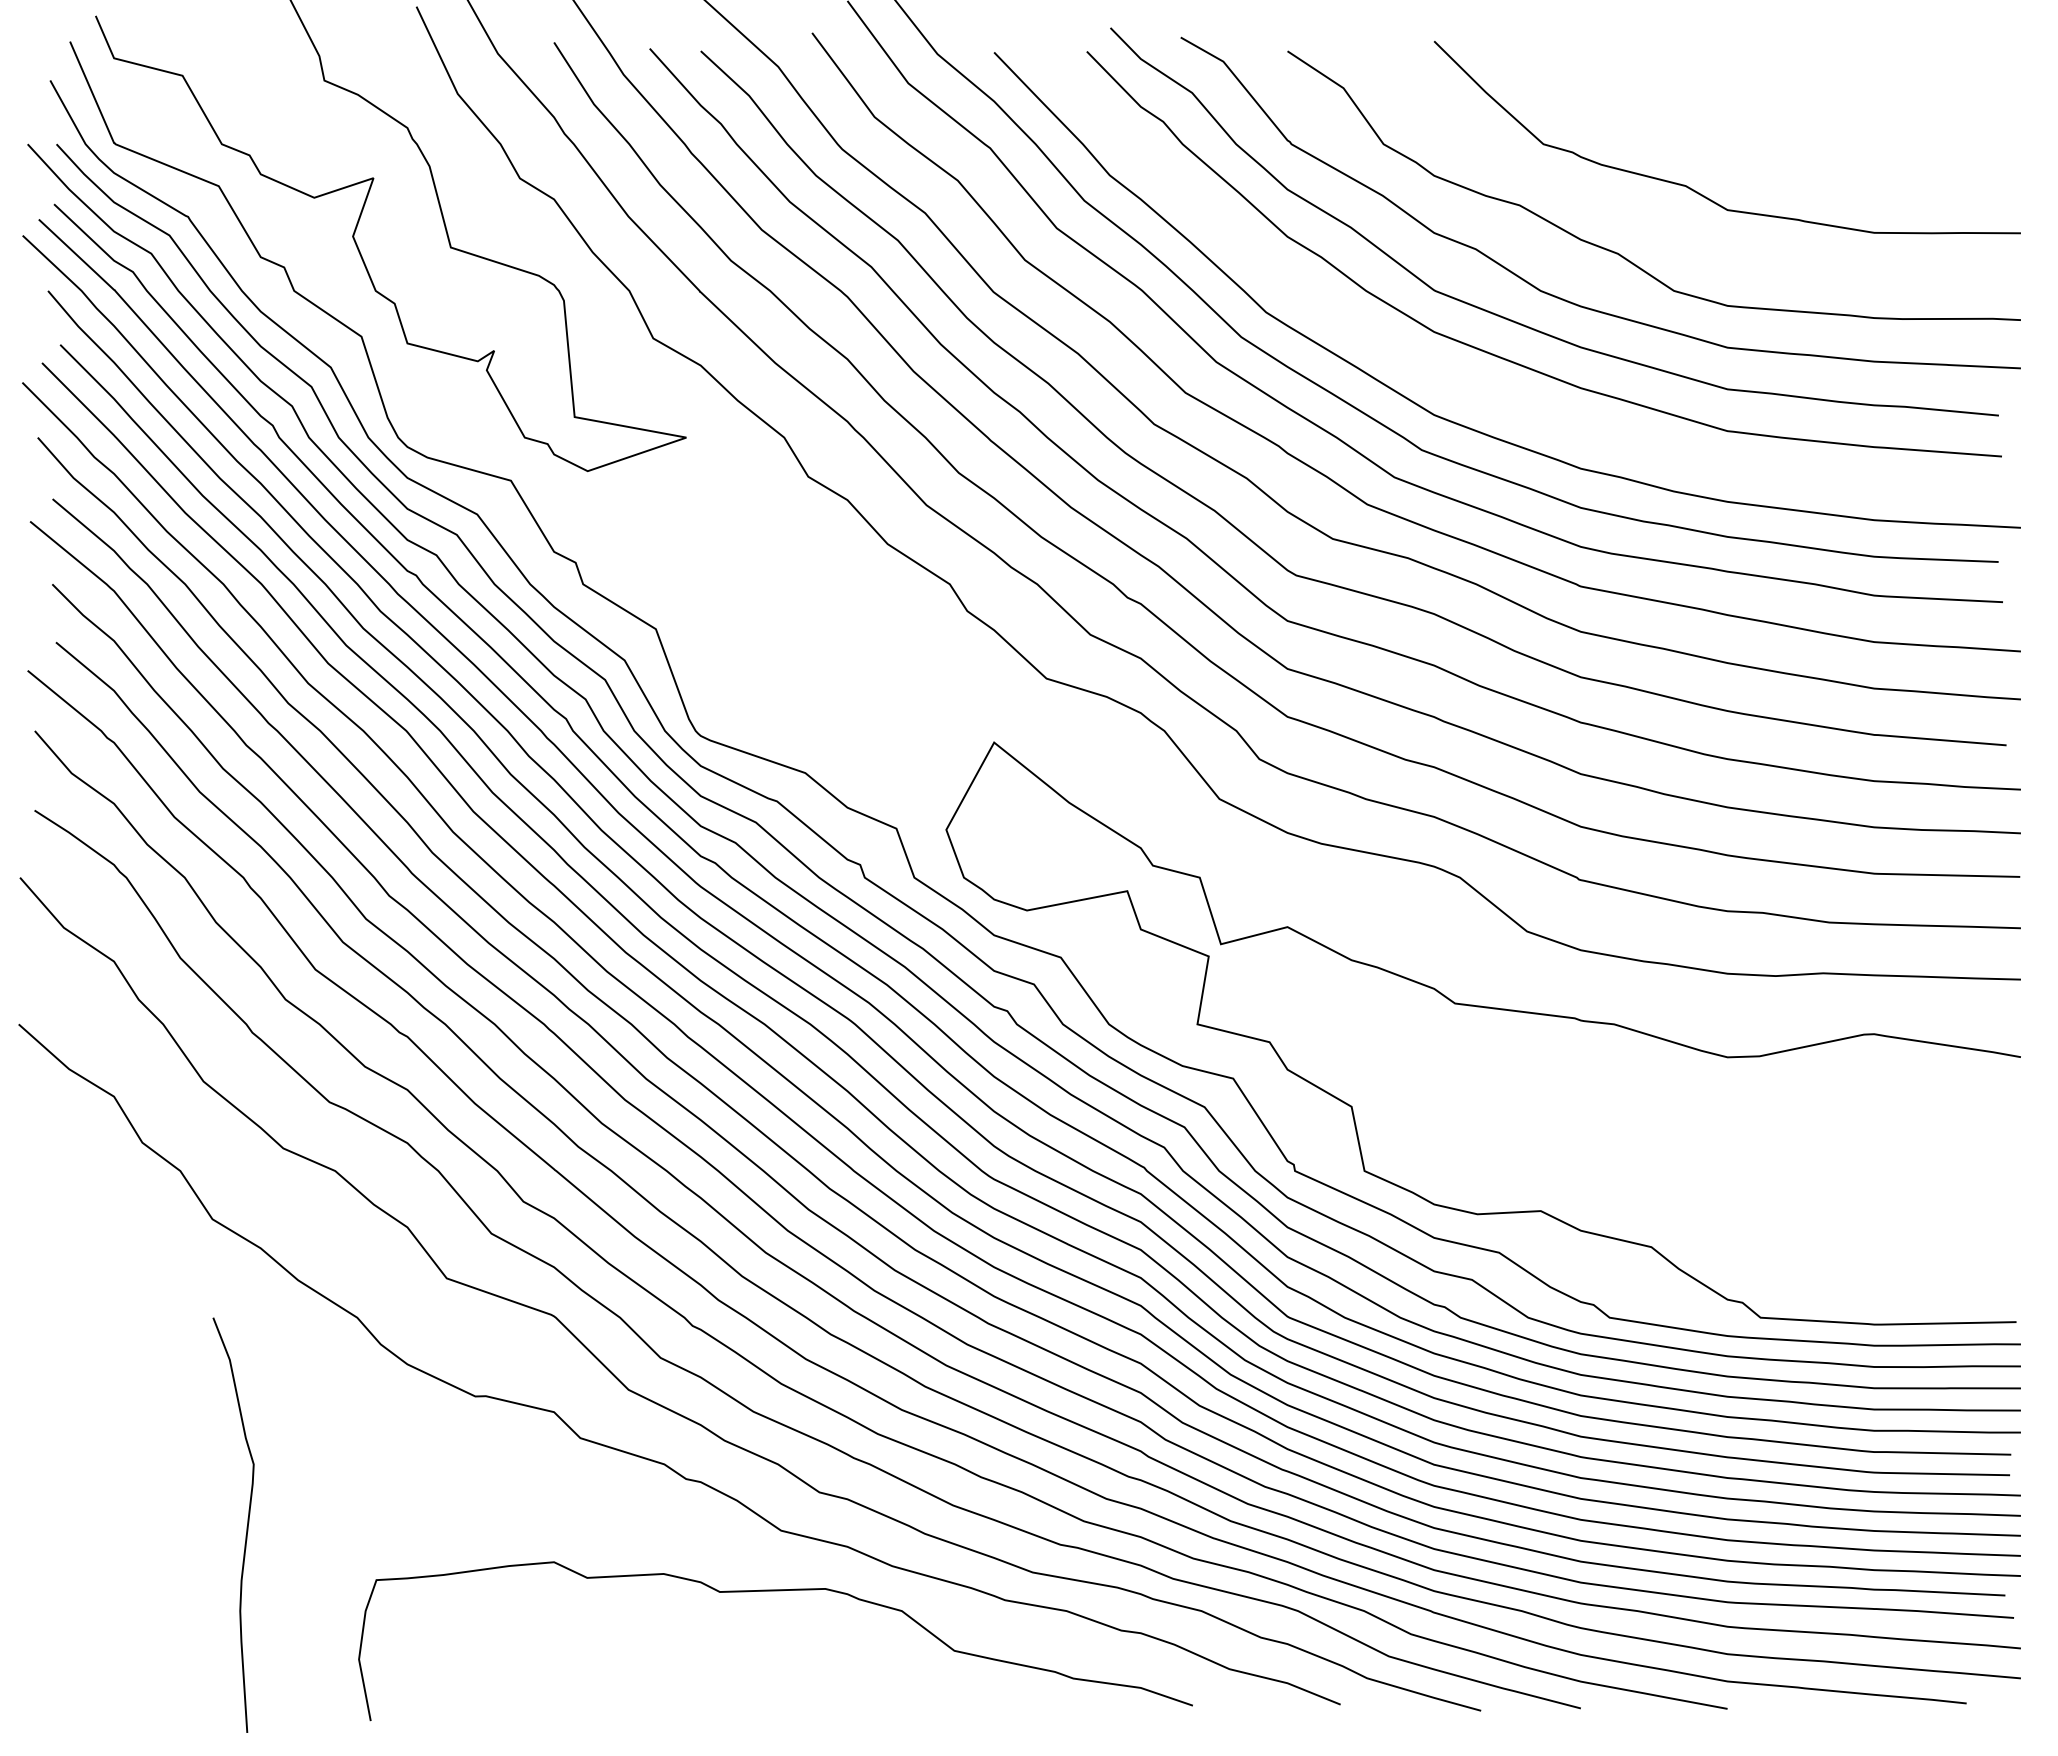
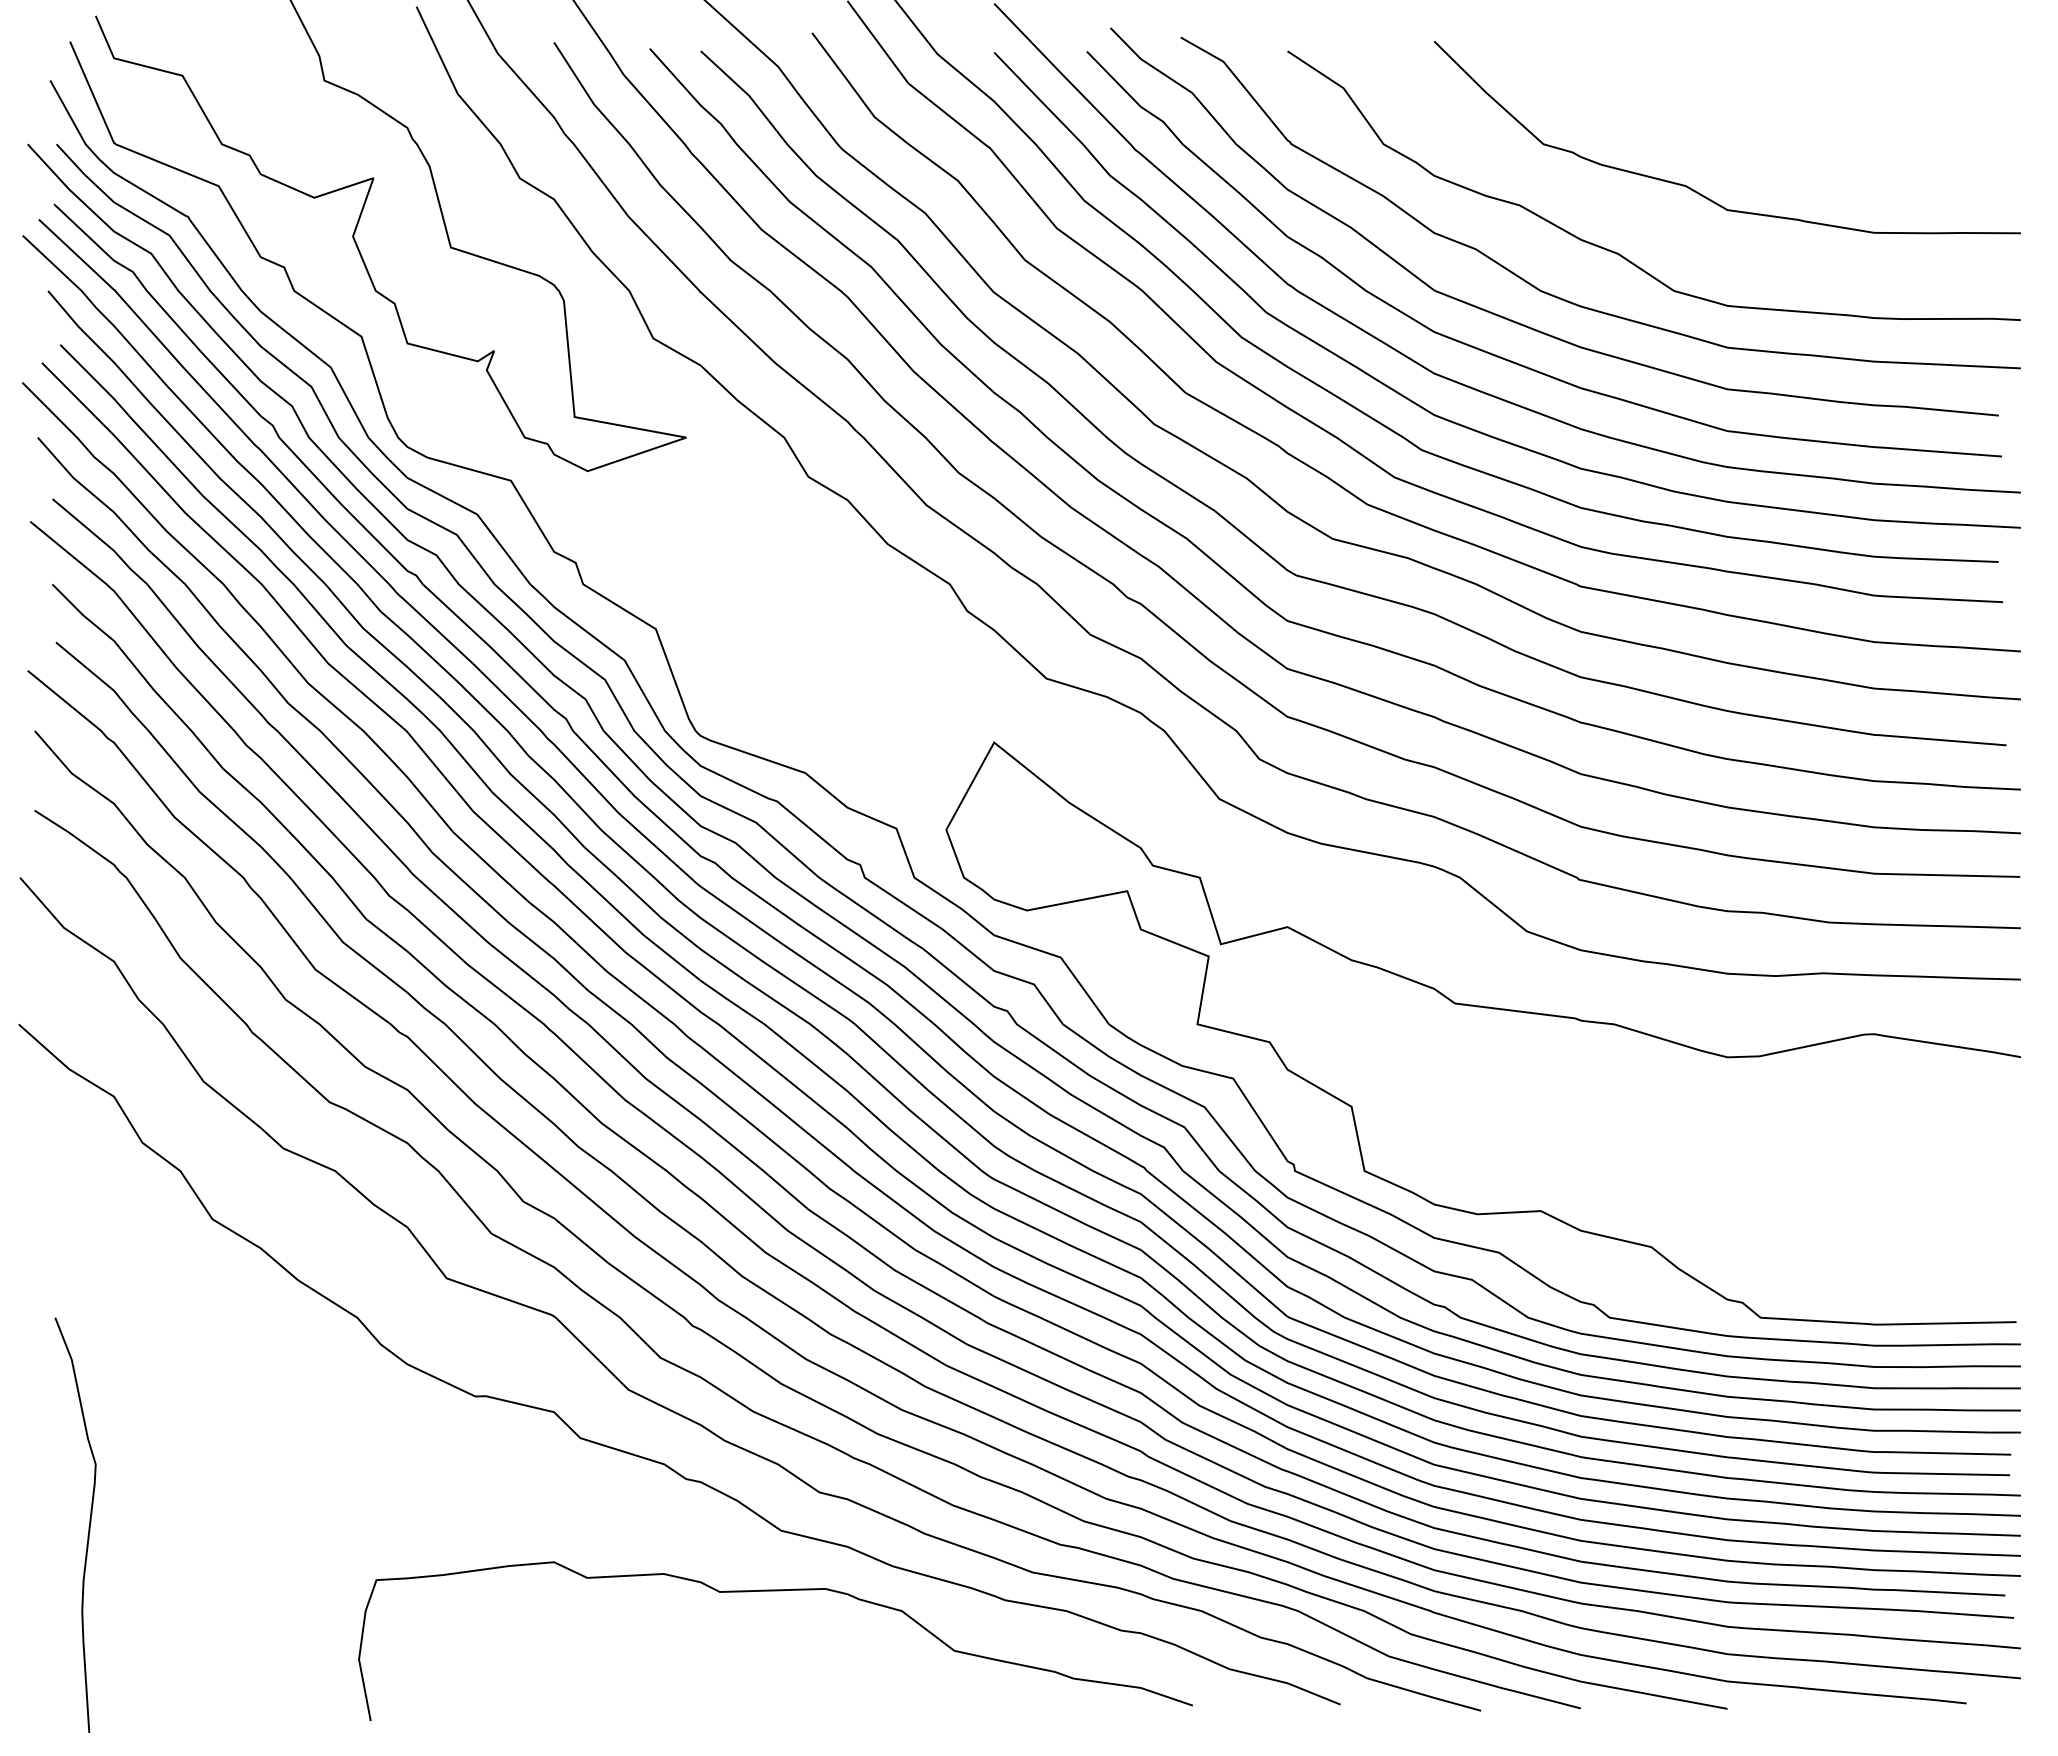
curve at (1458, 381): none -> present
curve at (246, 1526) position: (246, 1526) -> (88, 1526)
